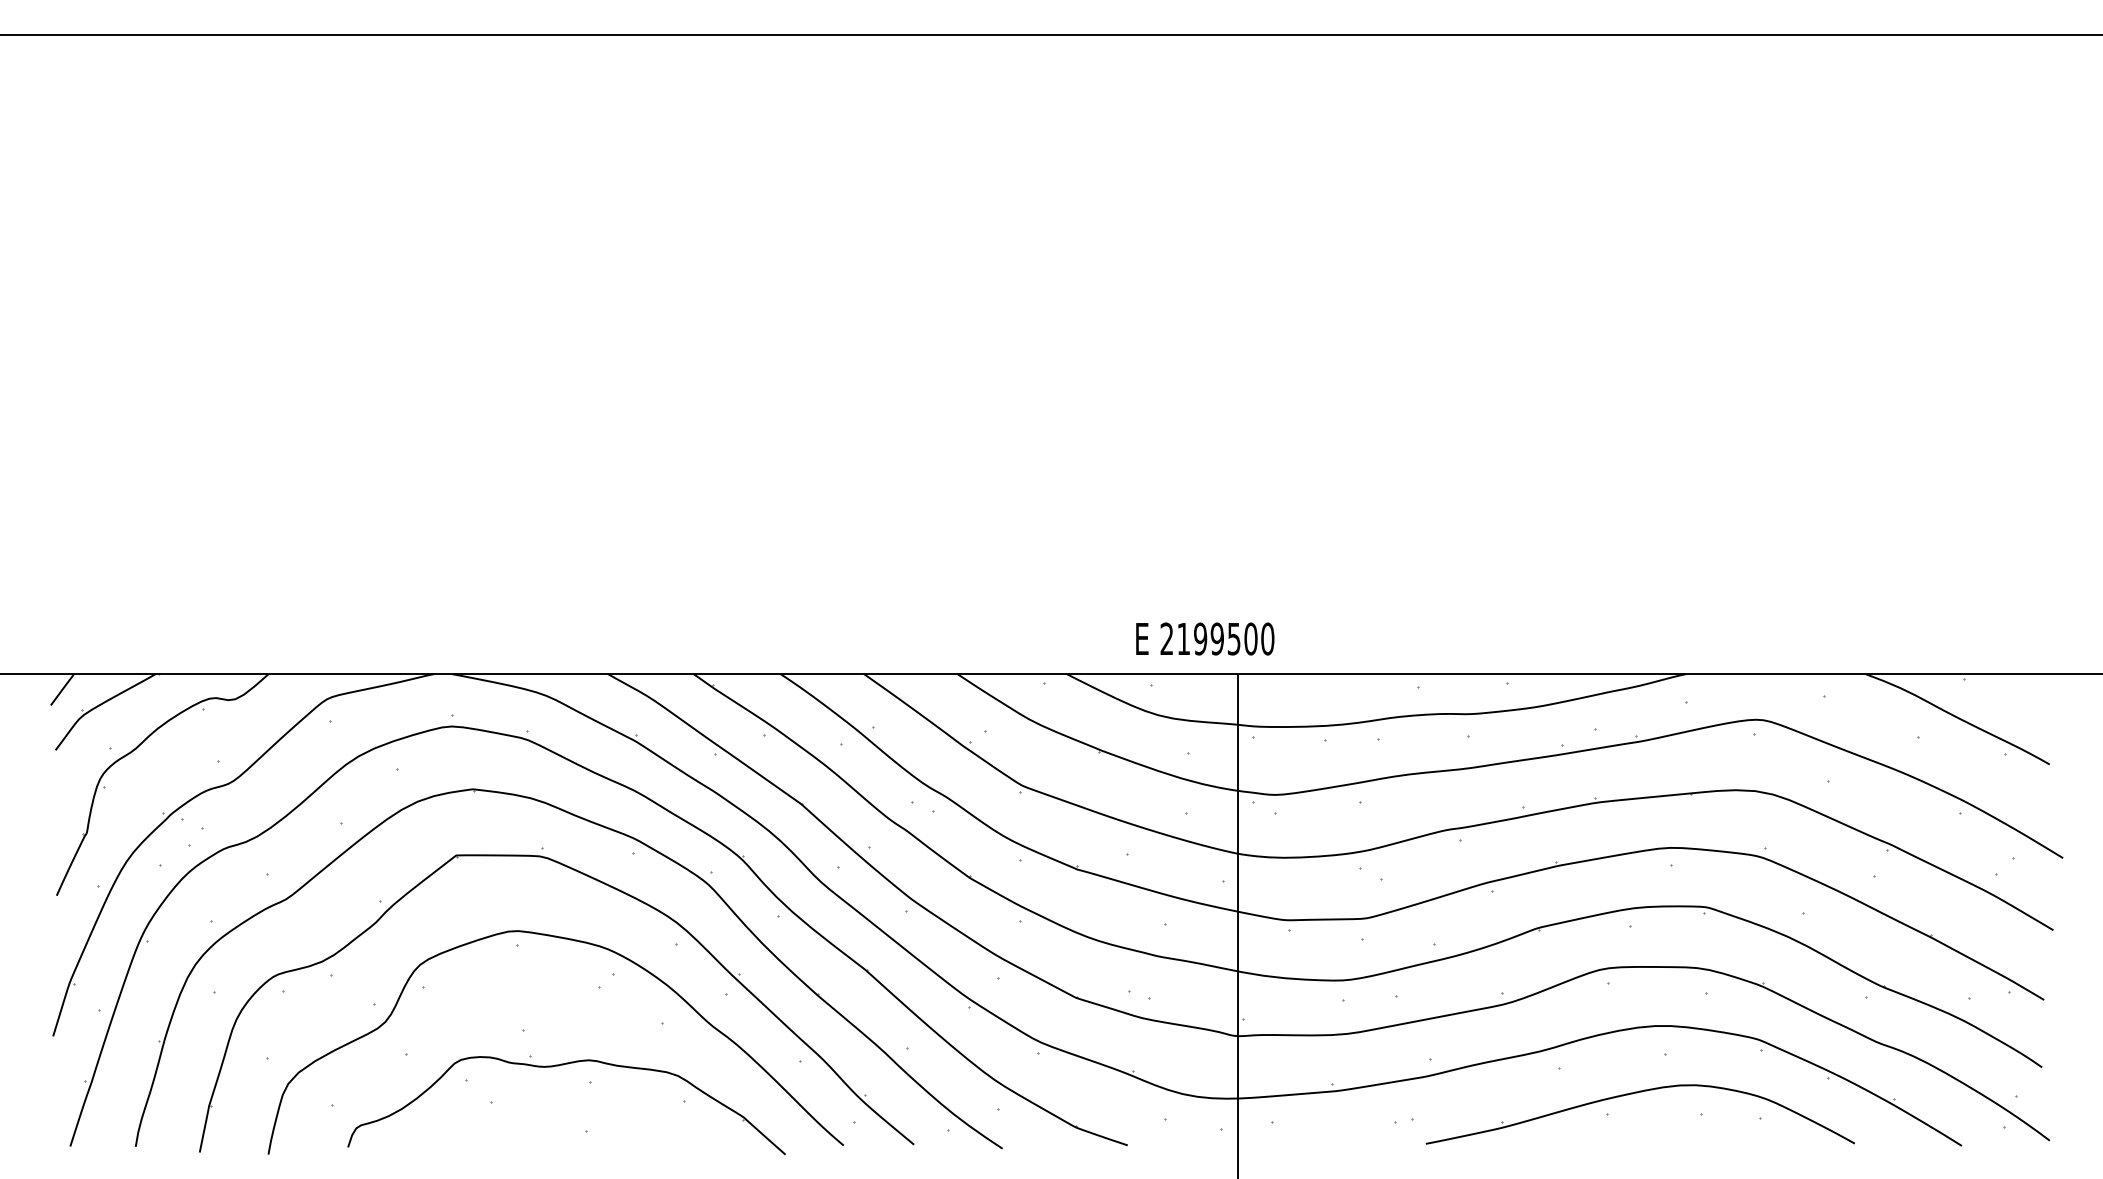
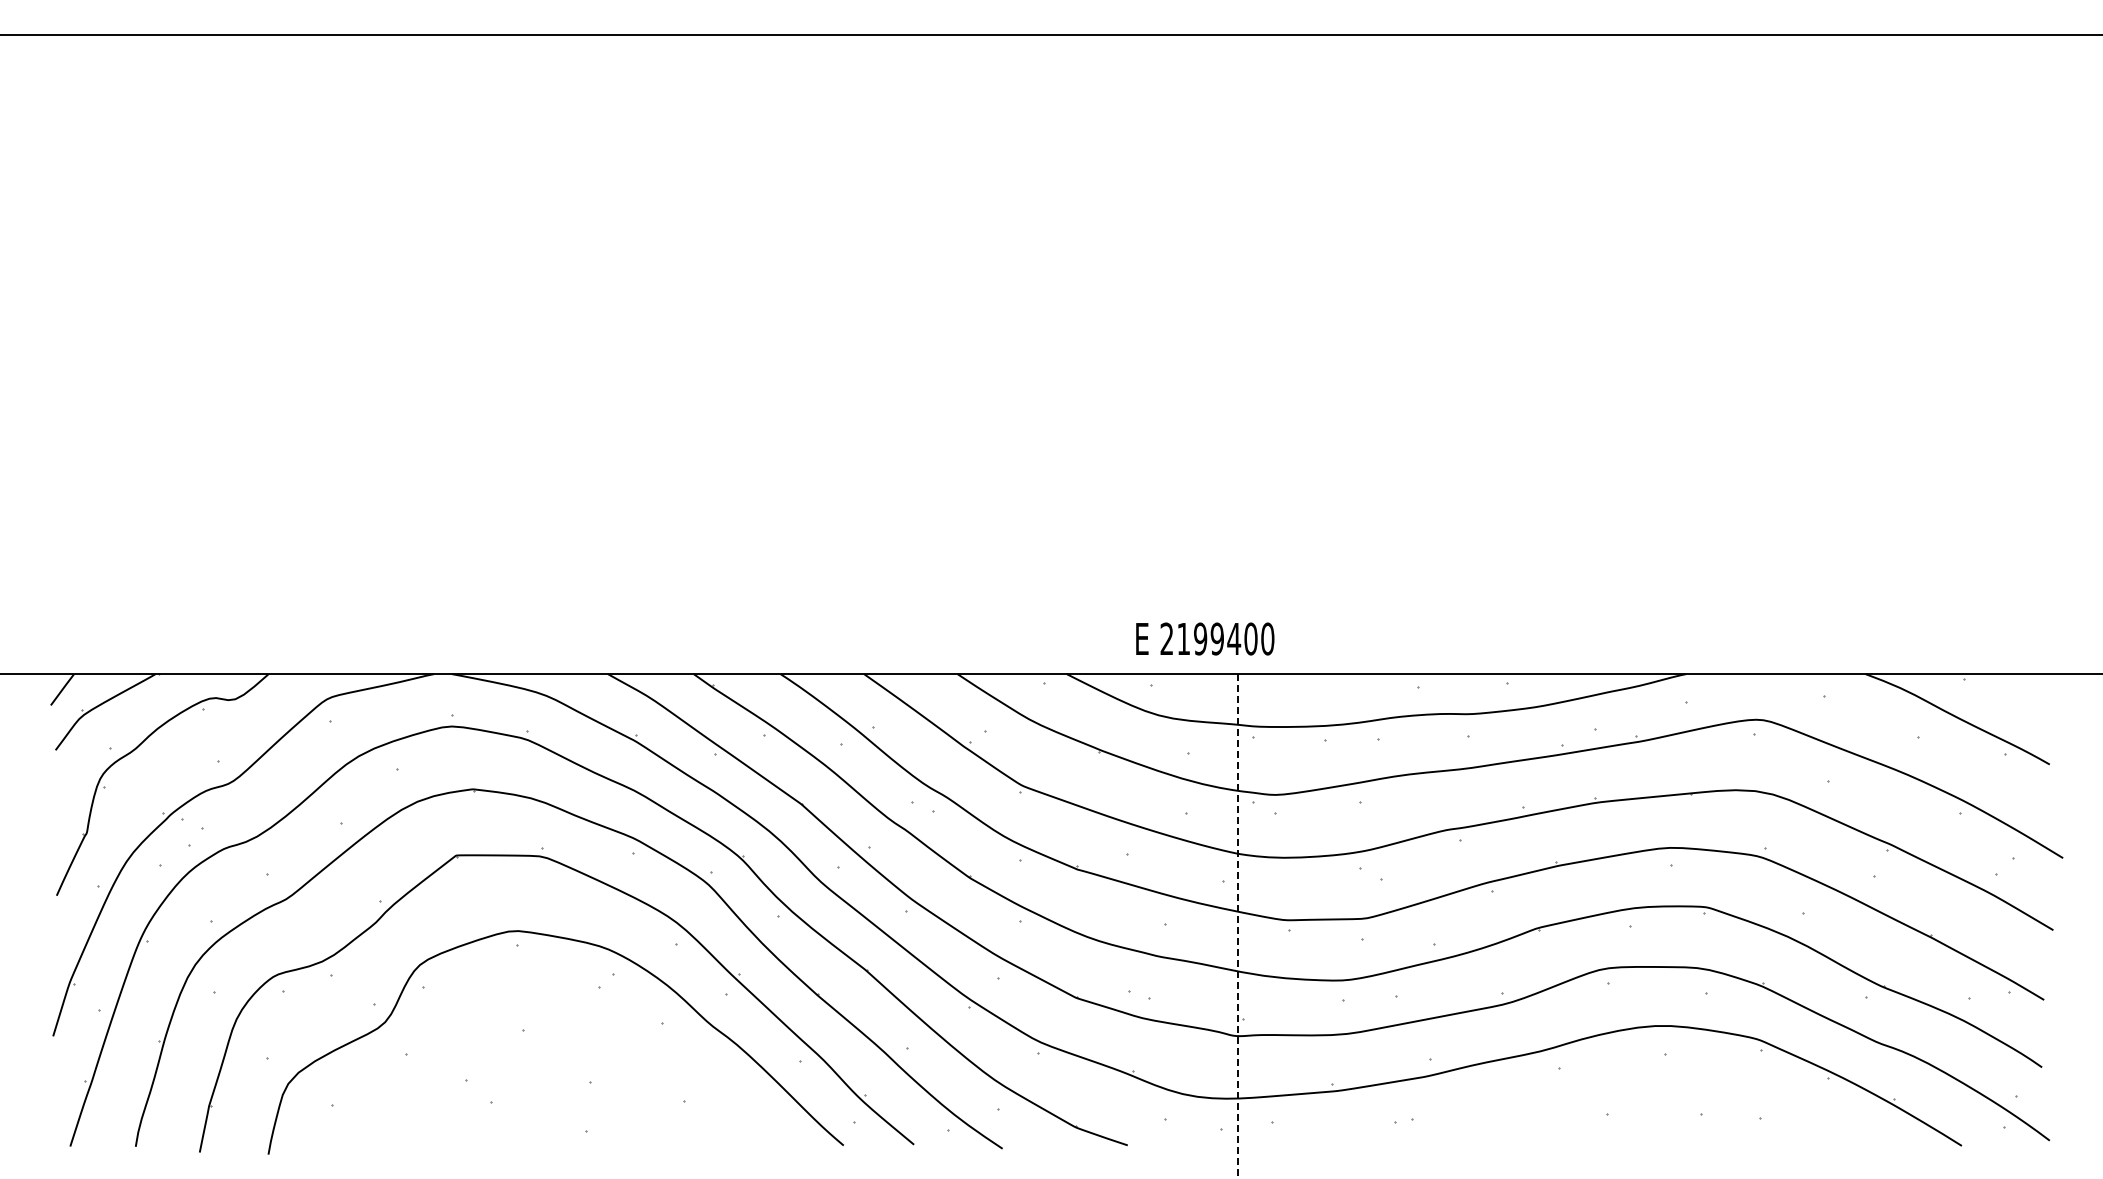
text at (1234, 639): 2199500 -> 2199400
line at (1237, 927): solid -> dashed
part at (558, 1066): present -> none
part at (1637, 1093): present -> none
